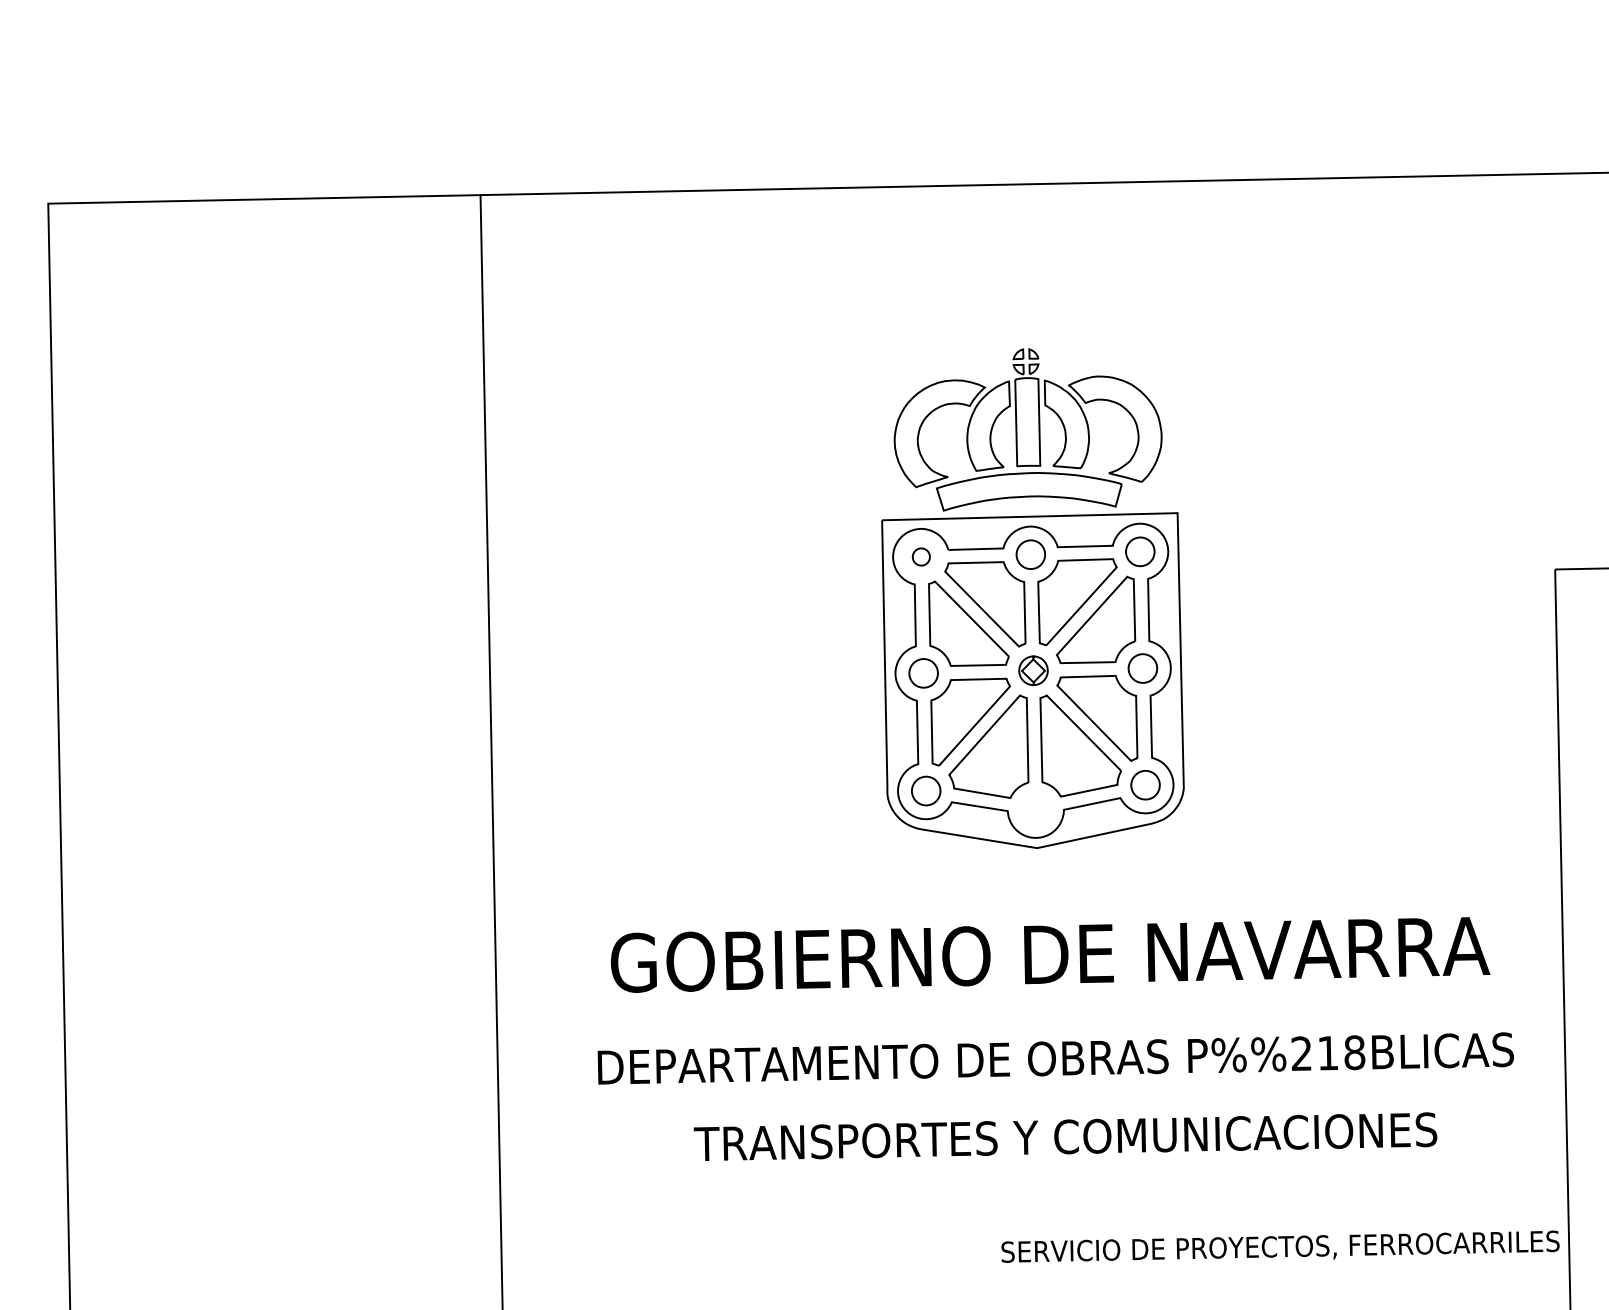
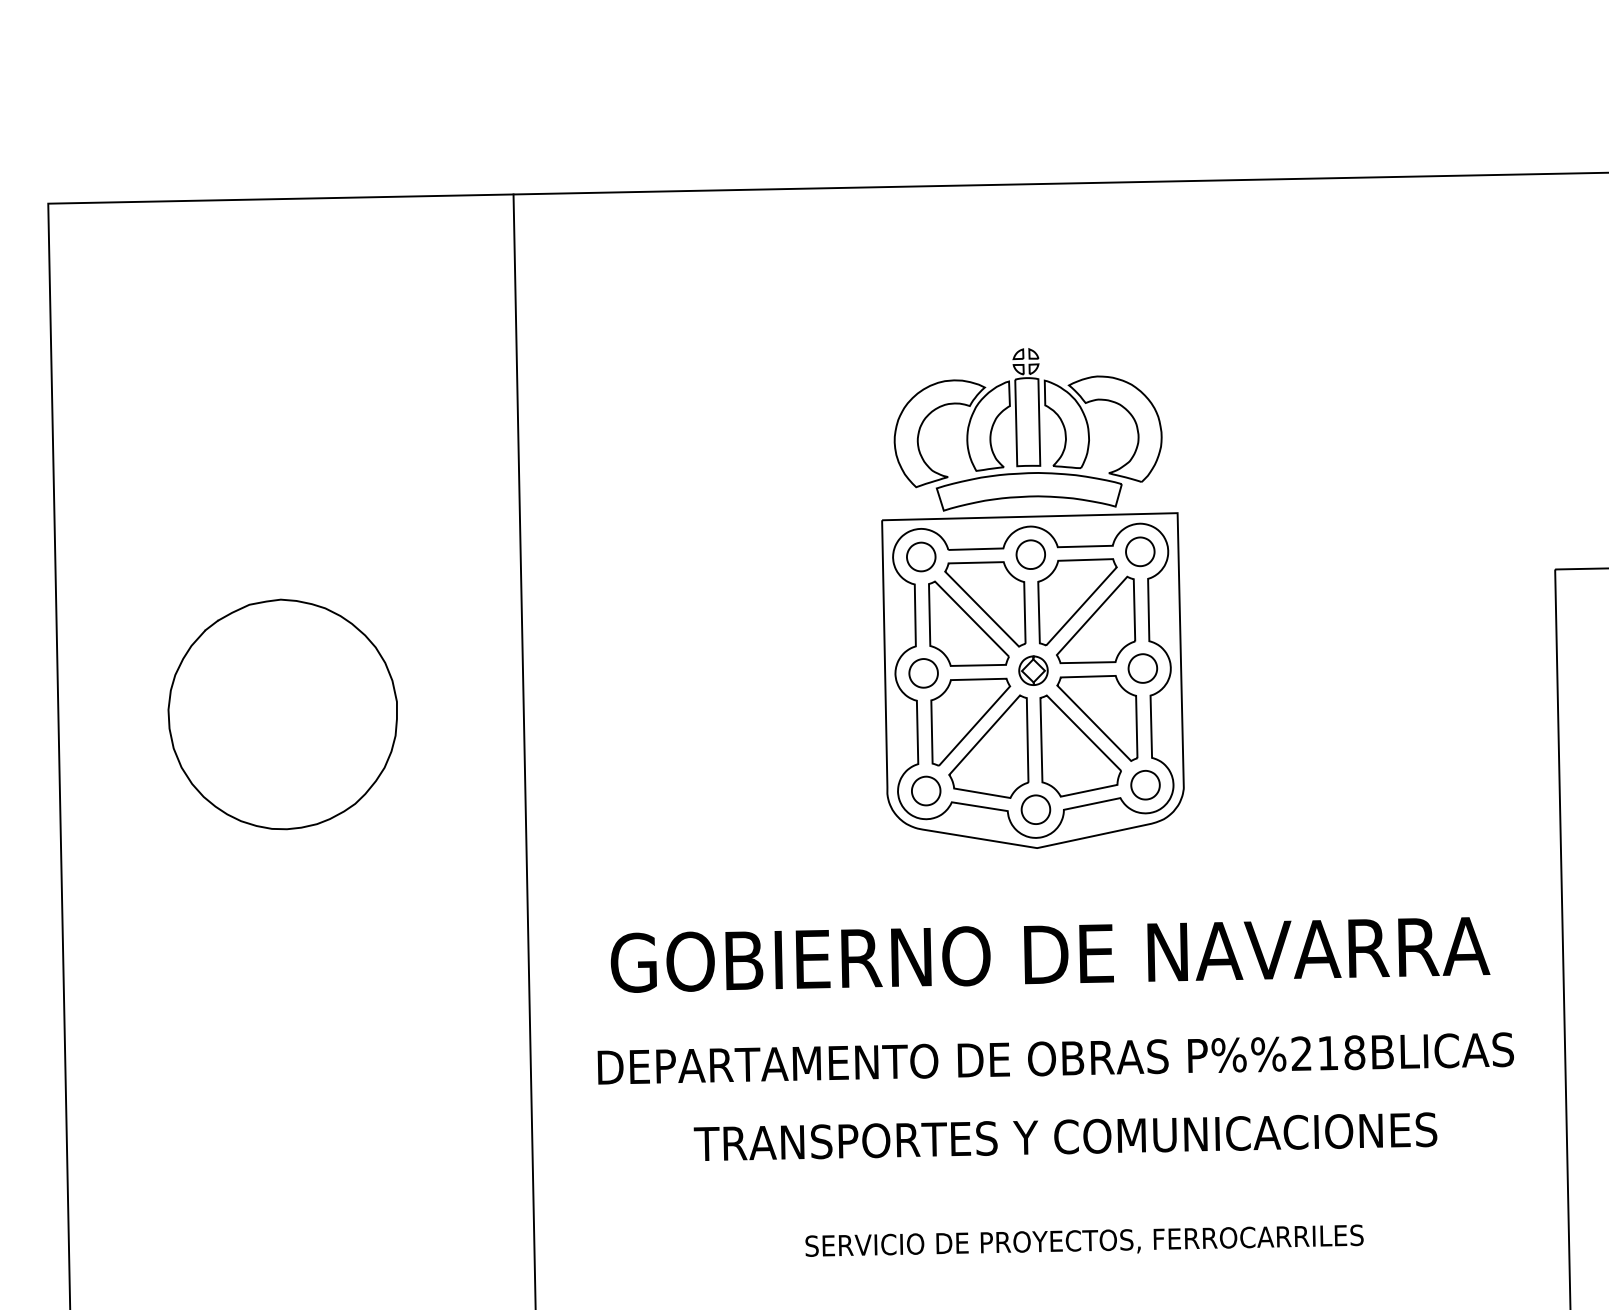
part at (920, 556) size: 20x20 px -> 31x32 px
part at (282, 714): none -> present
line at (491, 750) position: (491, 750) -> (524, 750)
part at (1035, 809): none -> present
text at (1280, 1246) position: (1280, 1246) -> (1084, 1240)
